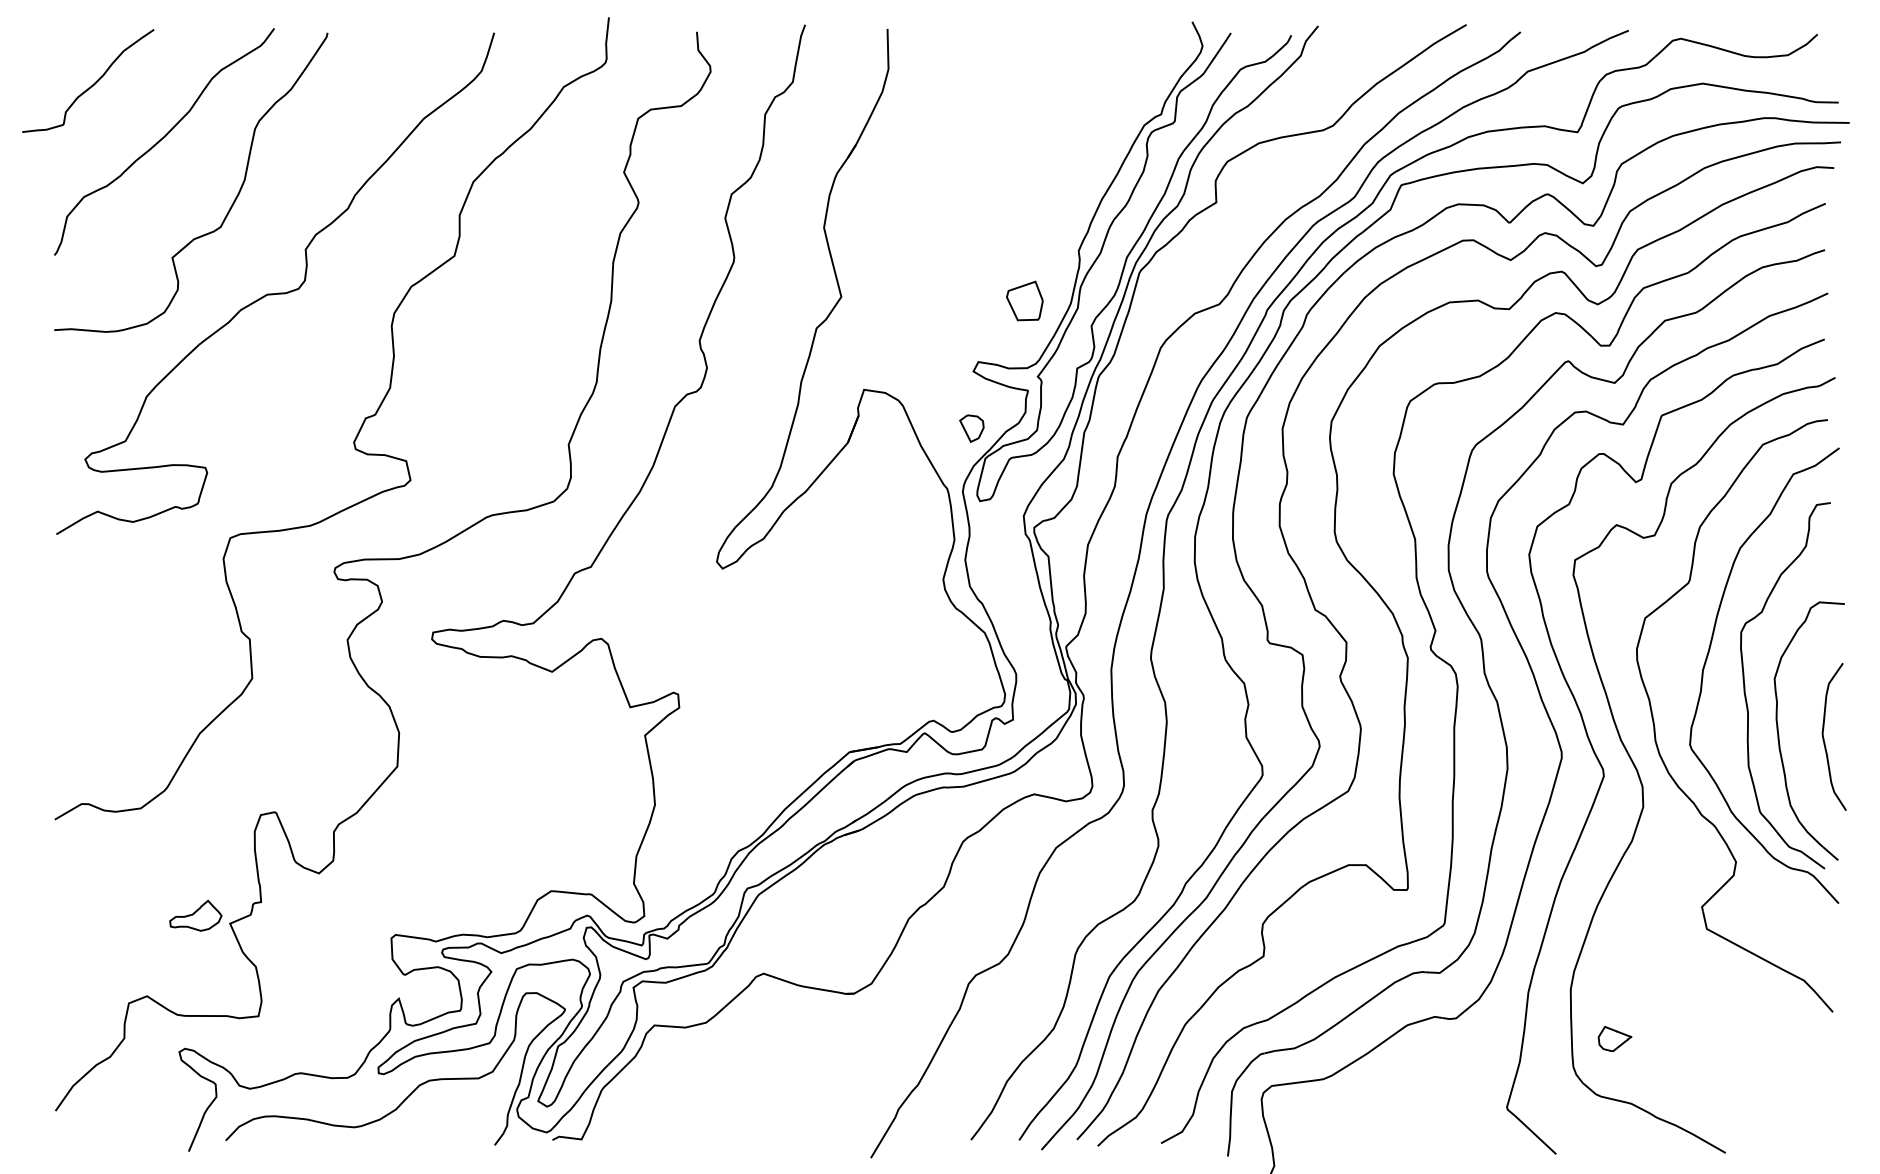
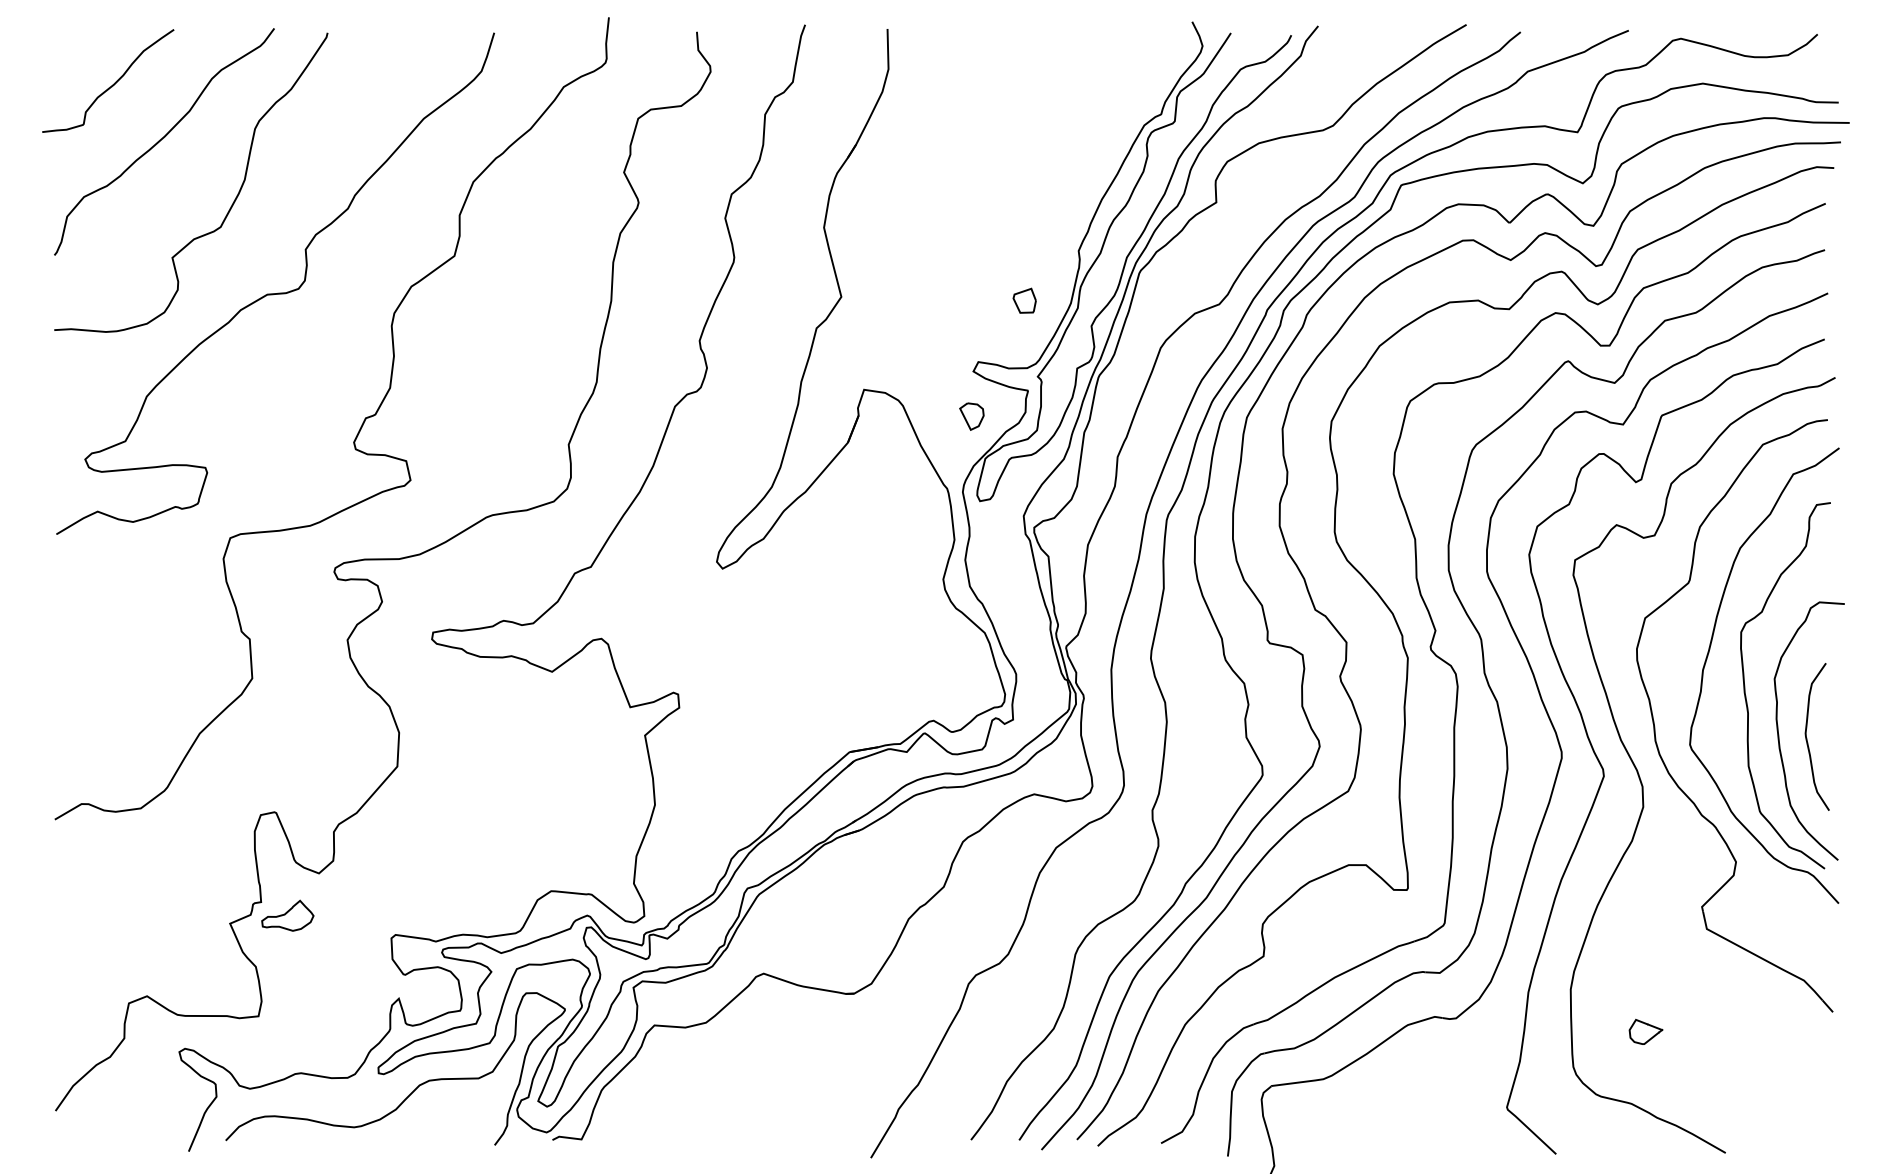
curve at (92, 84) position: (92, 84) -> (112, 84)
part at (1024, 300) size: 38x42 px -> 25x27 px
part at (971, 428) position: (971, 428) -> (971, 416)
curve at (1824, 738) position: (1824, 738) -> (1807, 738)
part at (195, 915) position: (195, 915) -> (287, 915)
part at (1614, 1038) position: (1614, 1038) -> (1645, 1031)
